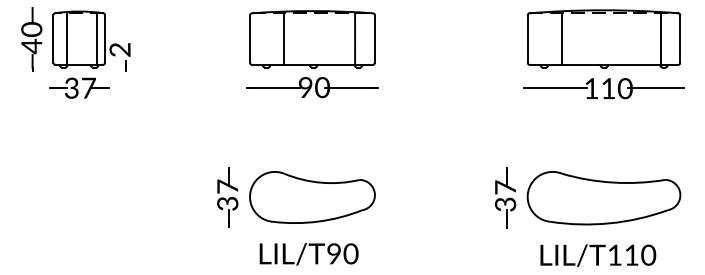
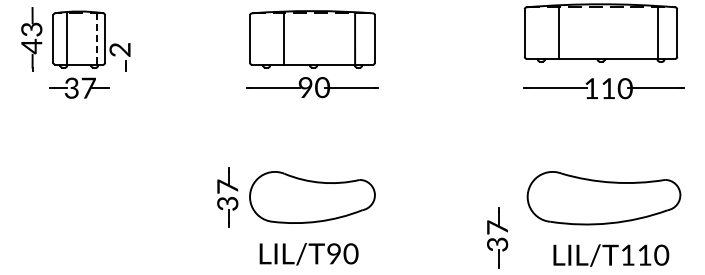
text at (31, 29): 40 -> 43
part at (604, 38) position: (604, 38) -> (601, 32)
line at (97, 39): solid -> dashed
part at (505, 197) position: (505, 197) -> (497, 237)
text at (598, 255) position: (598, 255) -> (611, 255)
